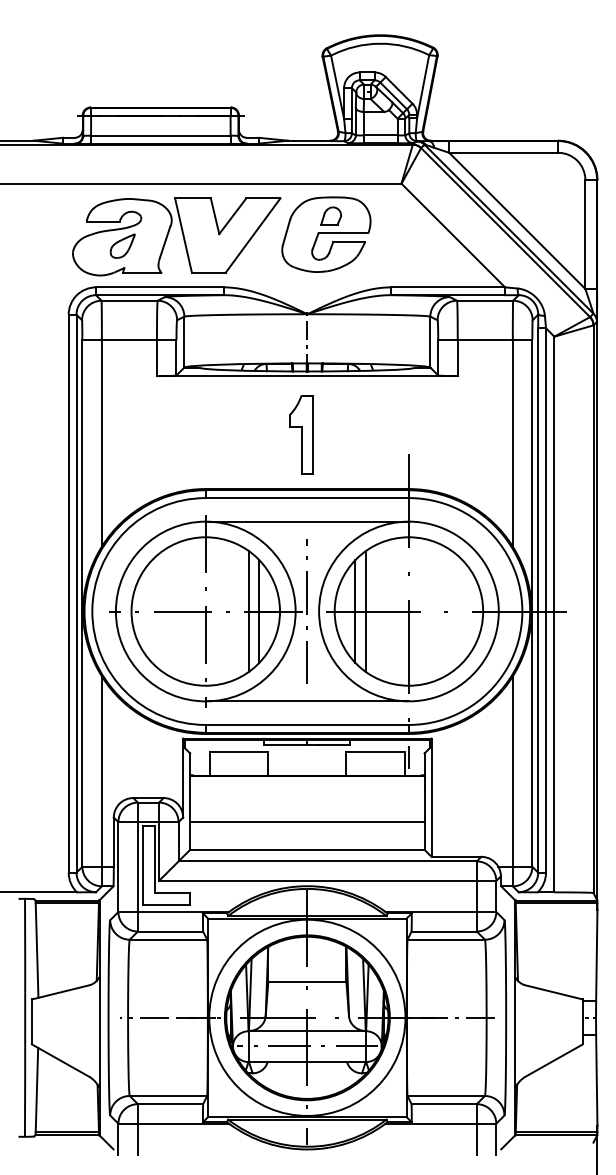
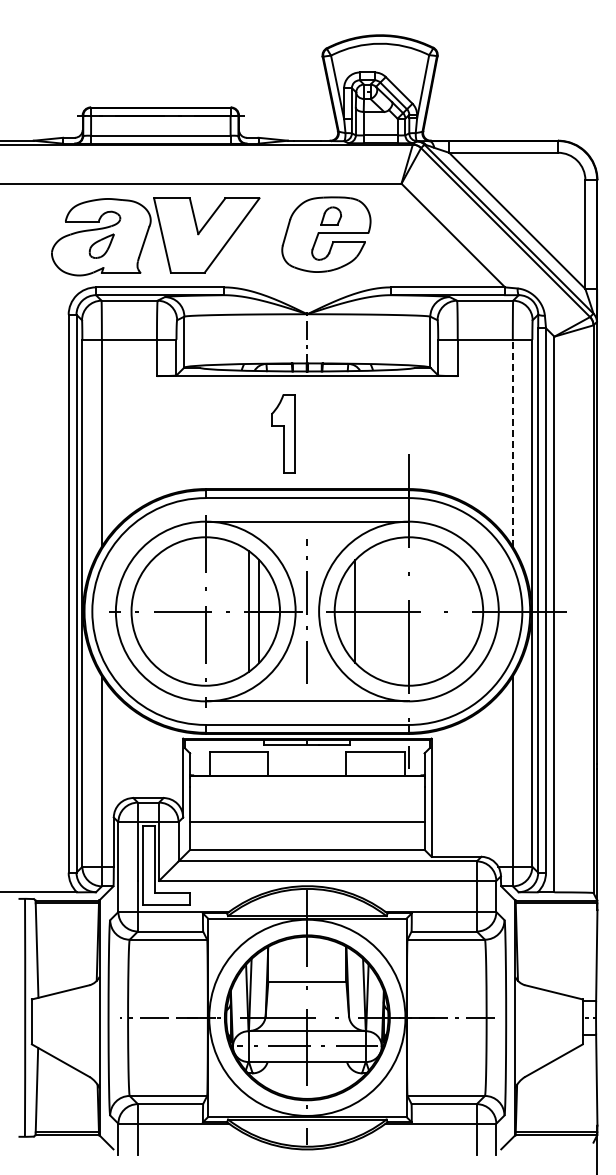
part at (176, 236) position: (176, 236) -> (155, 236)
part at (301, 434) position: (301, 434) -> (283, 433)
line at (512, 442): solid -> dashed
line at (365, 611): present -> none
